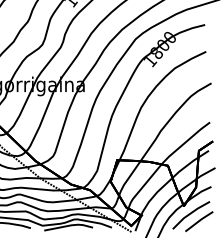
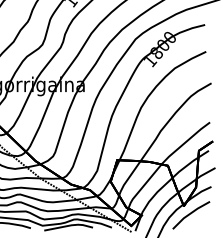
line at (199, 221): present -> none
